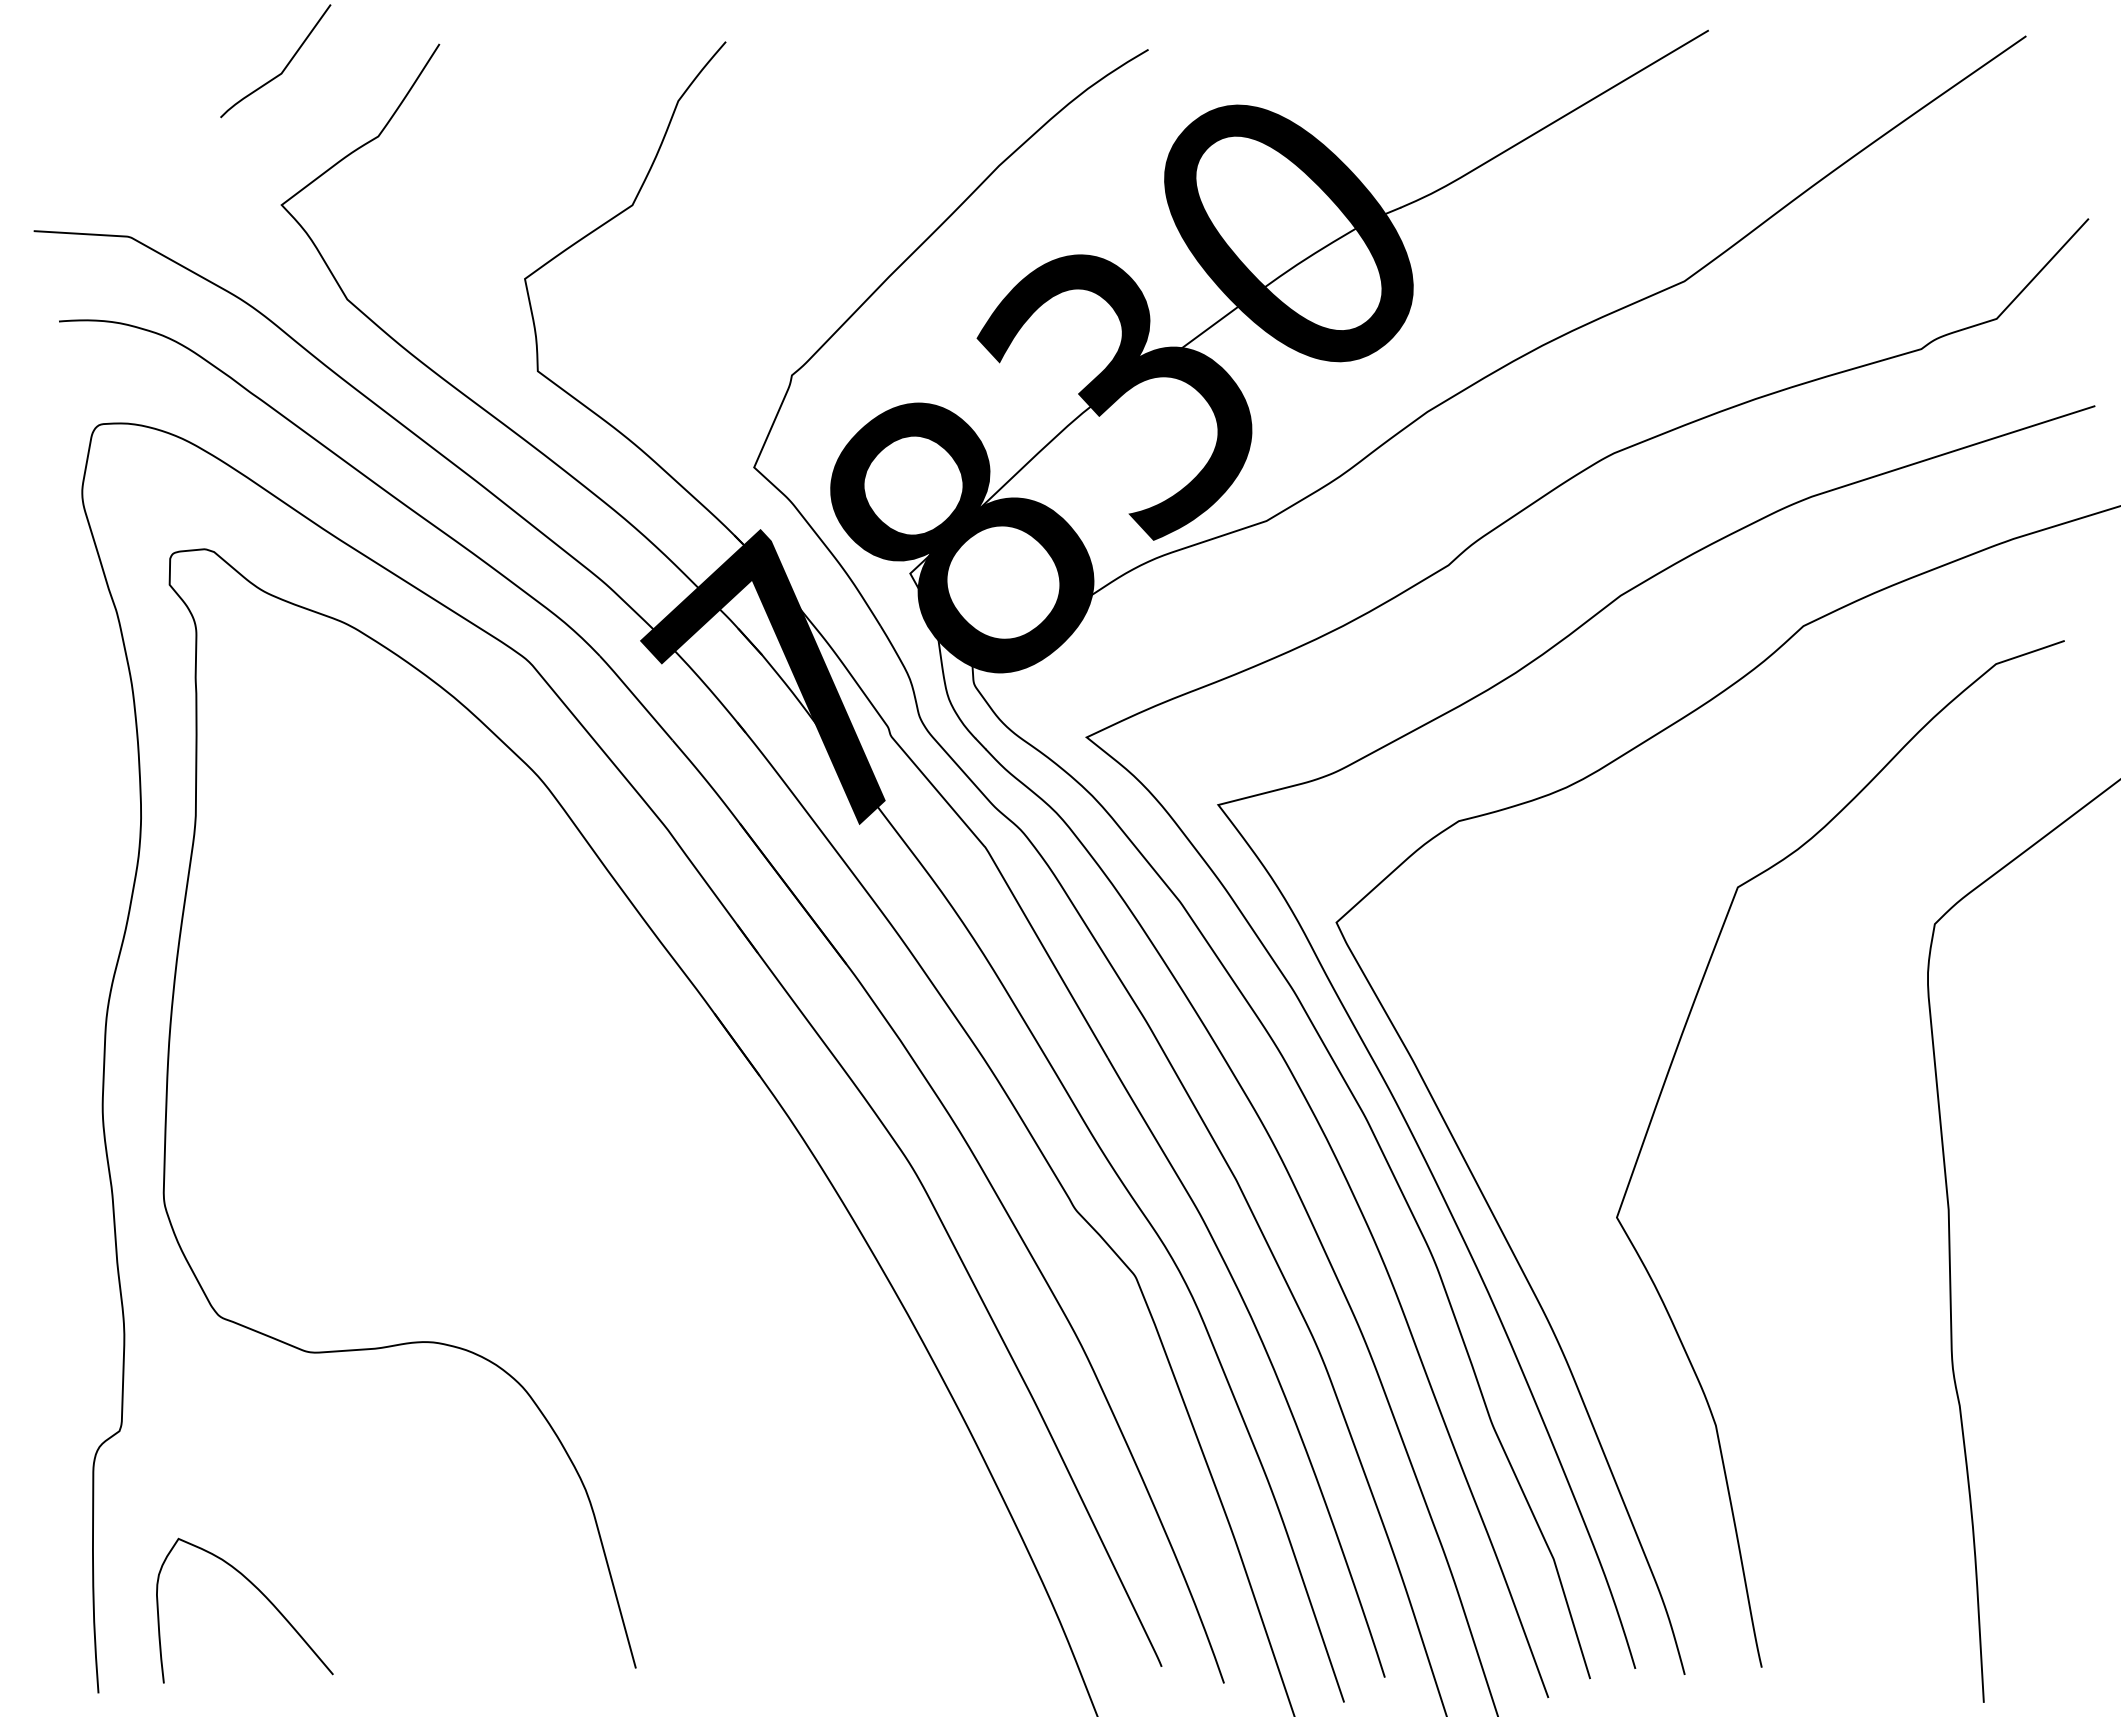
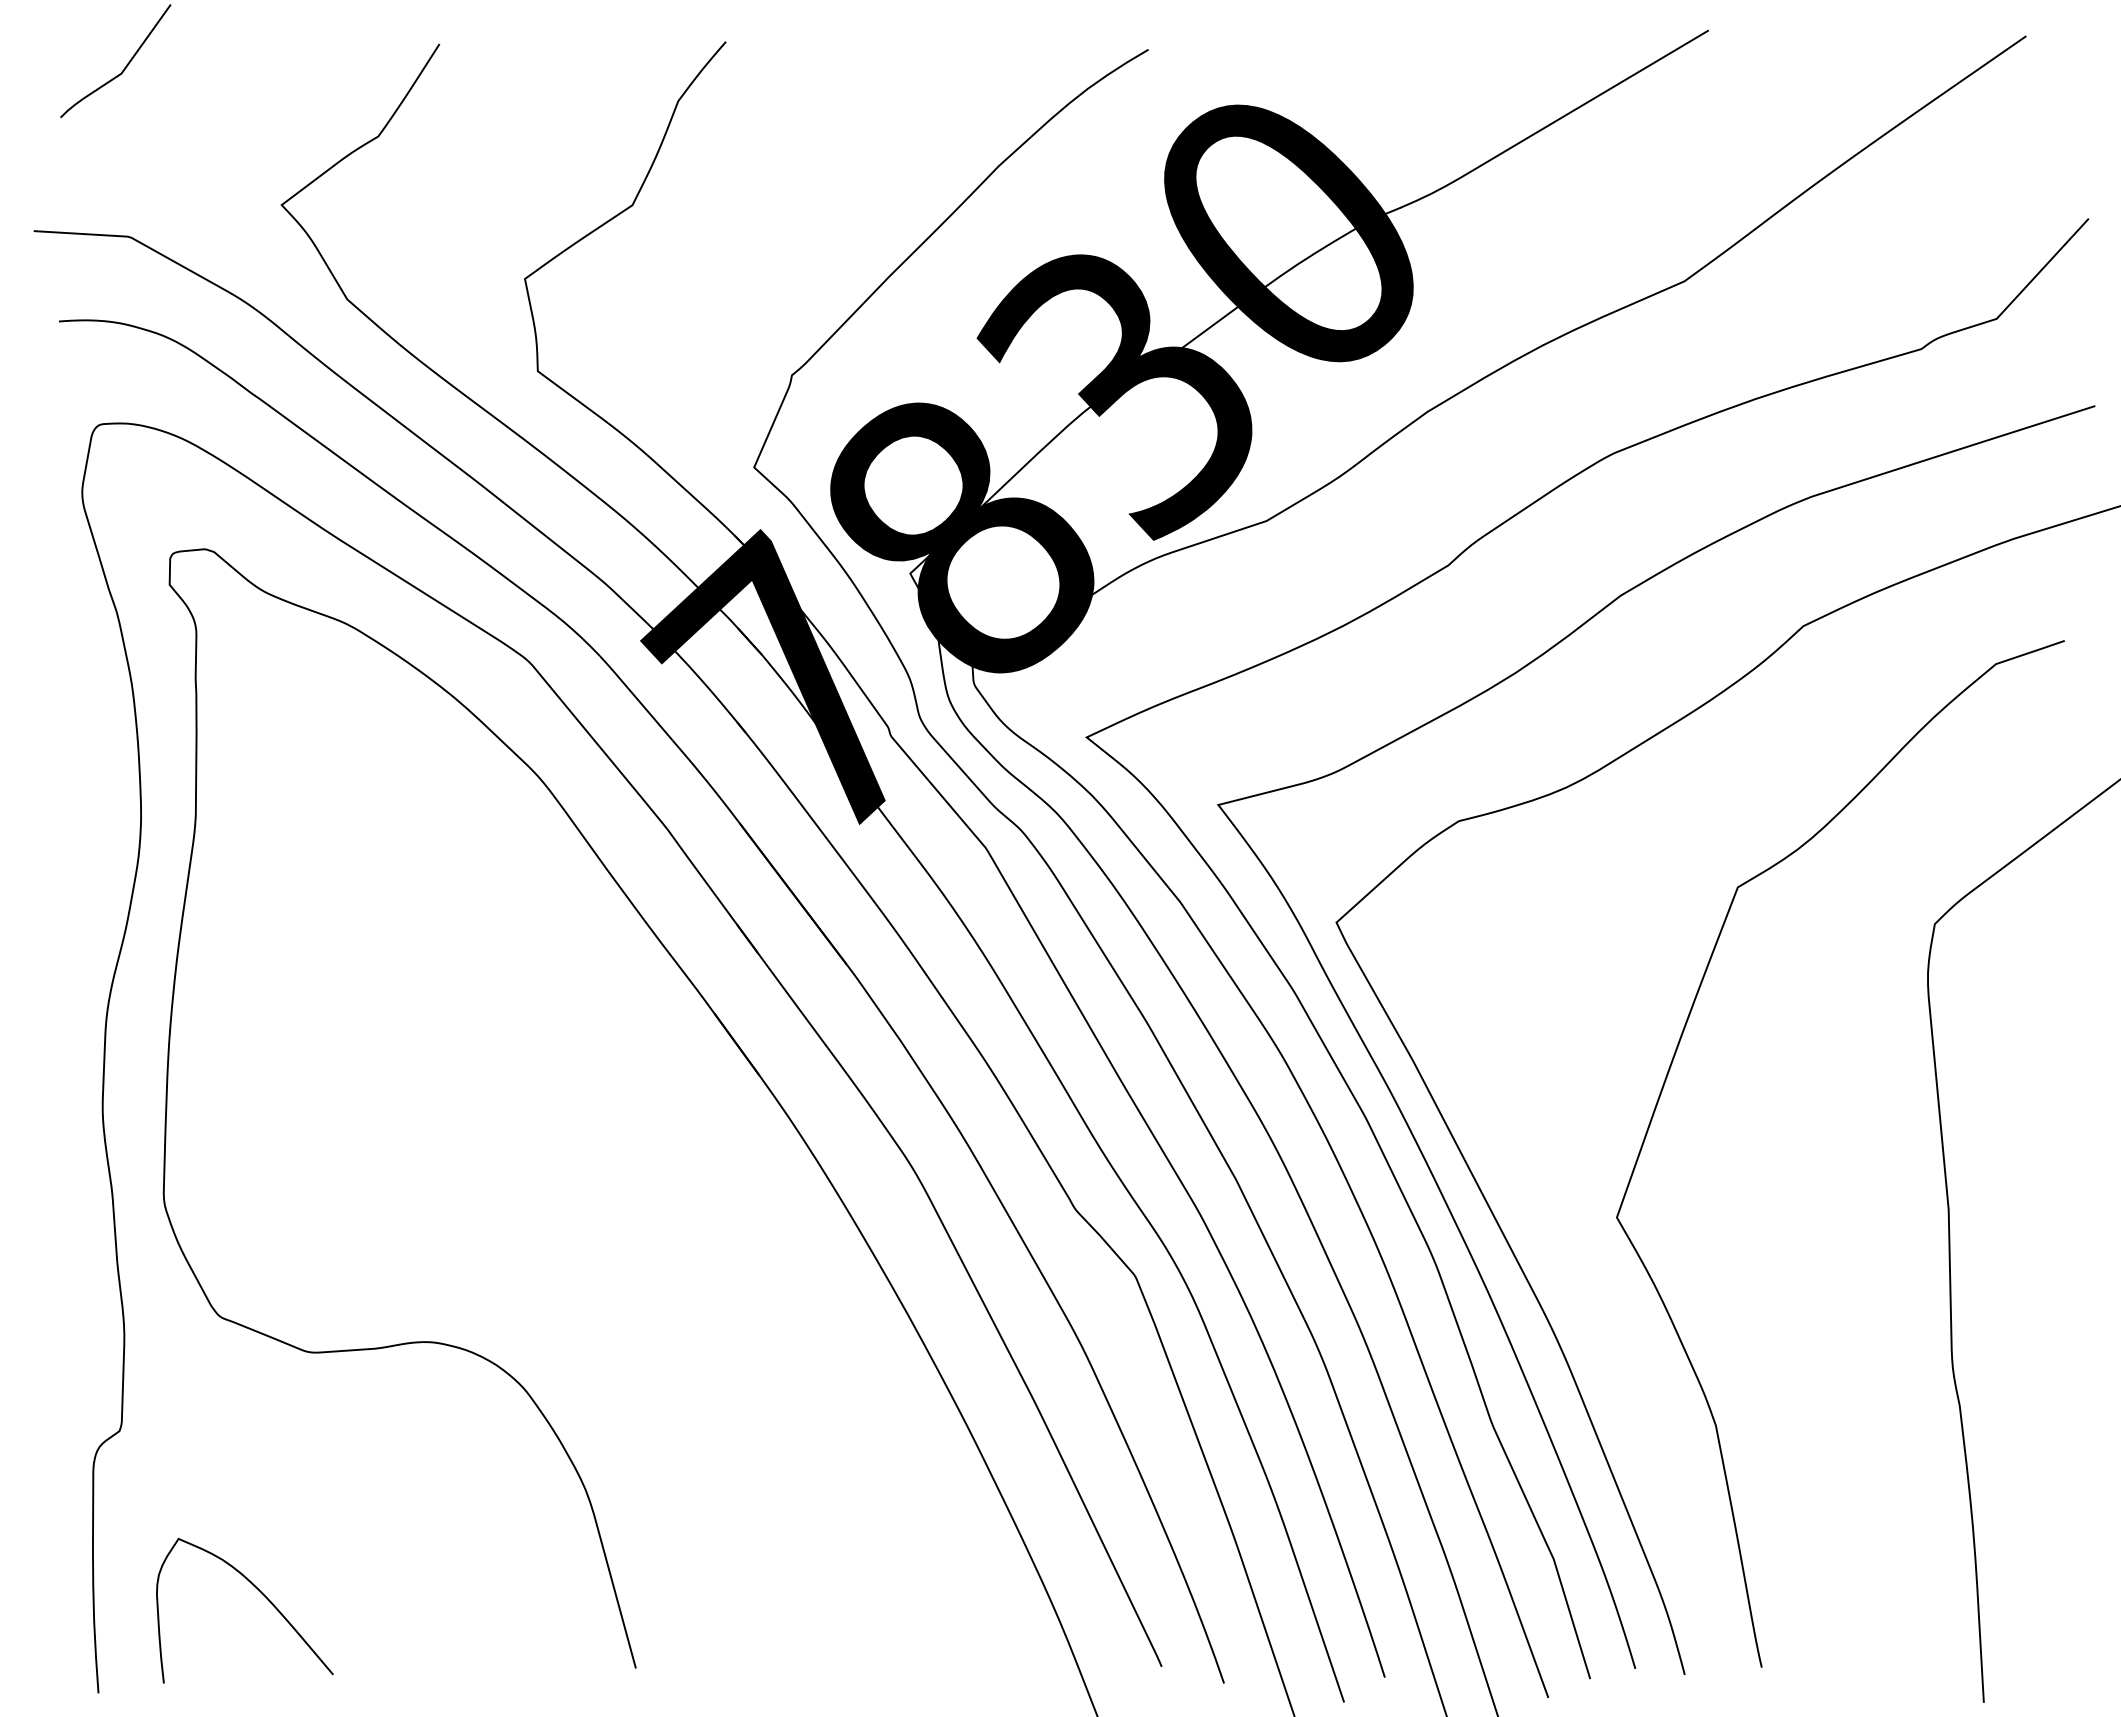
curve at (284, 67) position: (284, 67) -> (124, 67)
